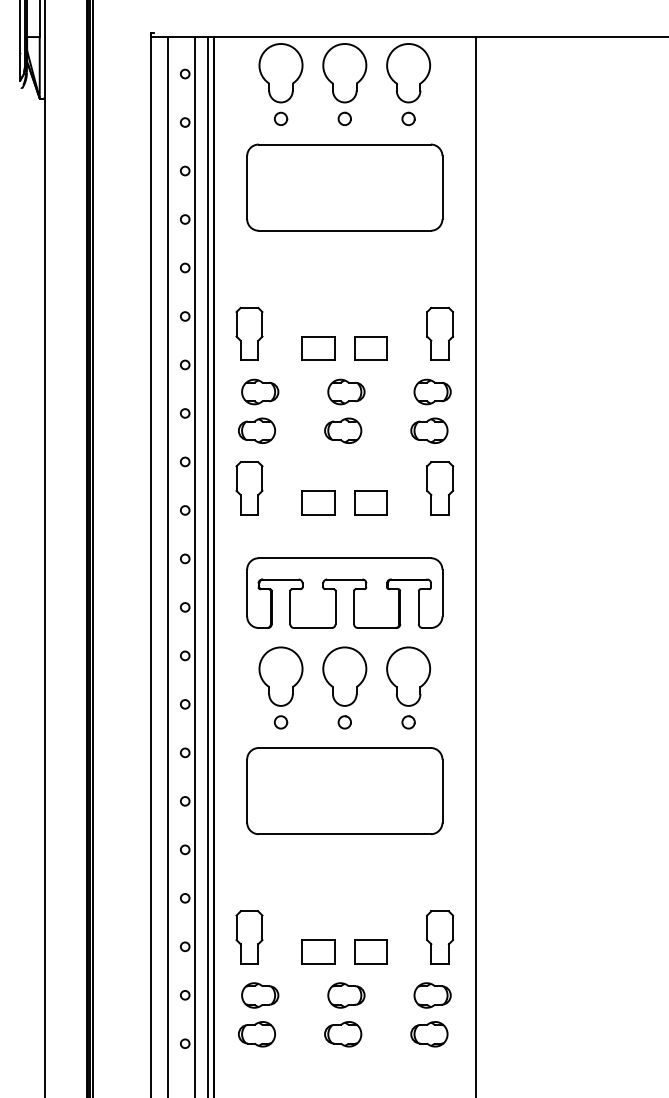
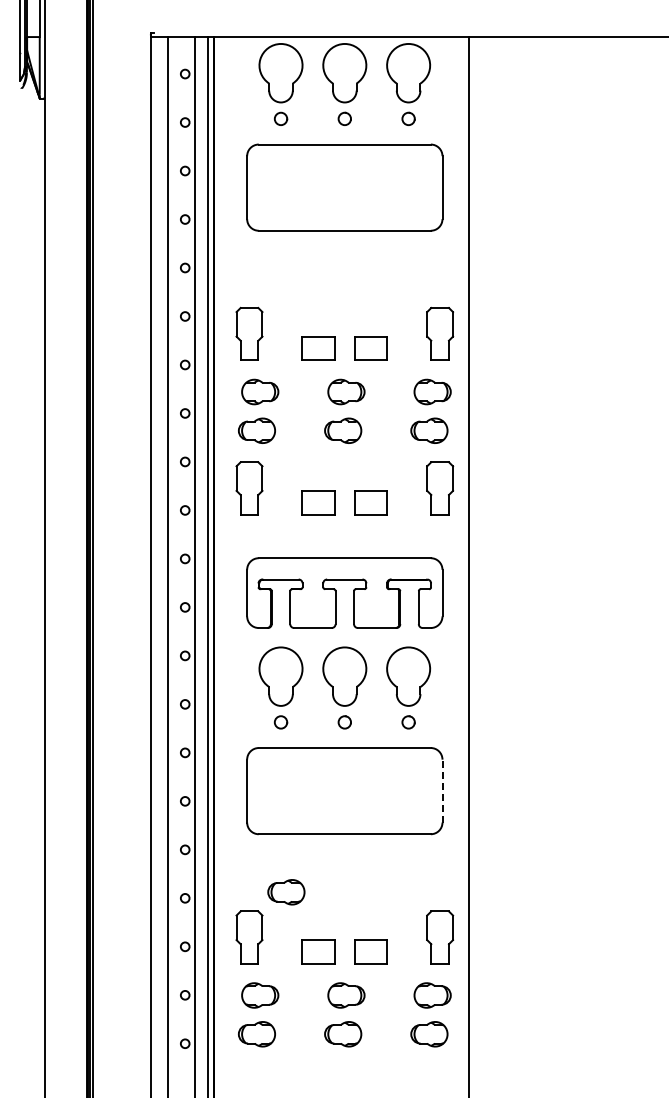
line at (475, 565) position: (475, 565) -> (468, 565)
line at (442, 790): solid -> dashed
part at (286, 892): none -> present
